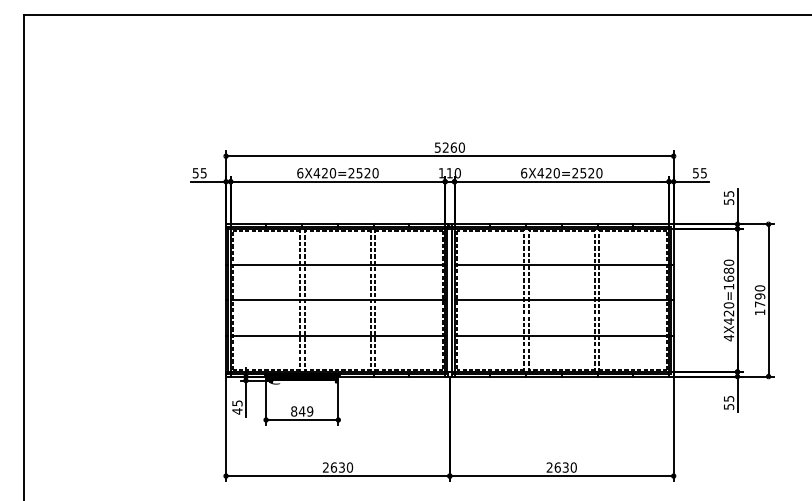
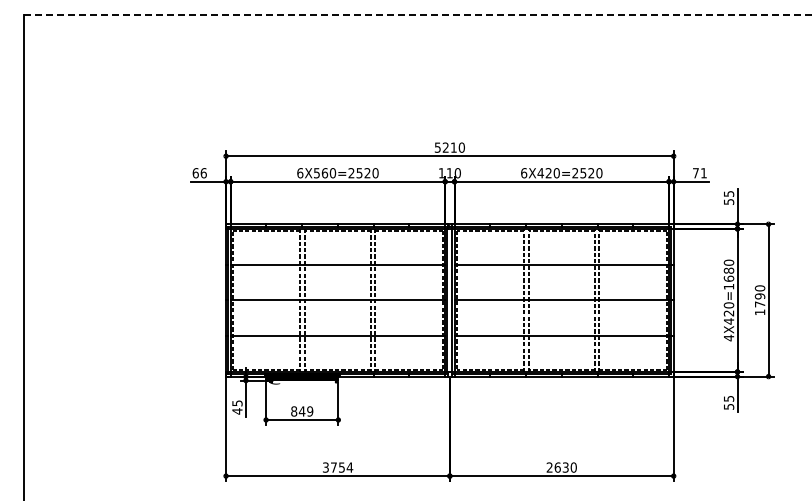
line at (418, 15): solid -> dashed
text at (453, 147): 5260 -> 5210
text at (199, 173): 55 -> 66
text at (320, 173): 6X420=2520 -> 6X560=2520
text at (699, 173): 55 -> 71
text at (338, 467): 2630 -> 3754
